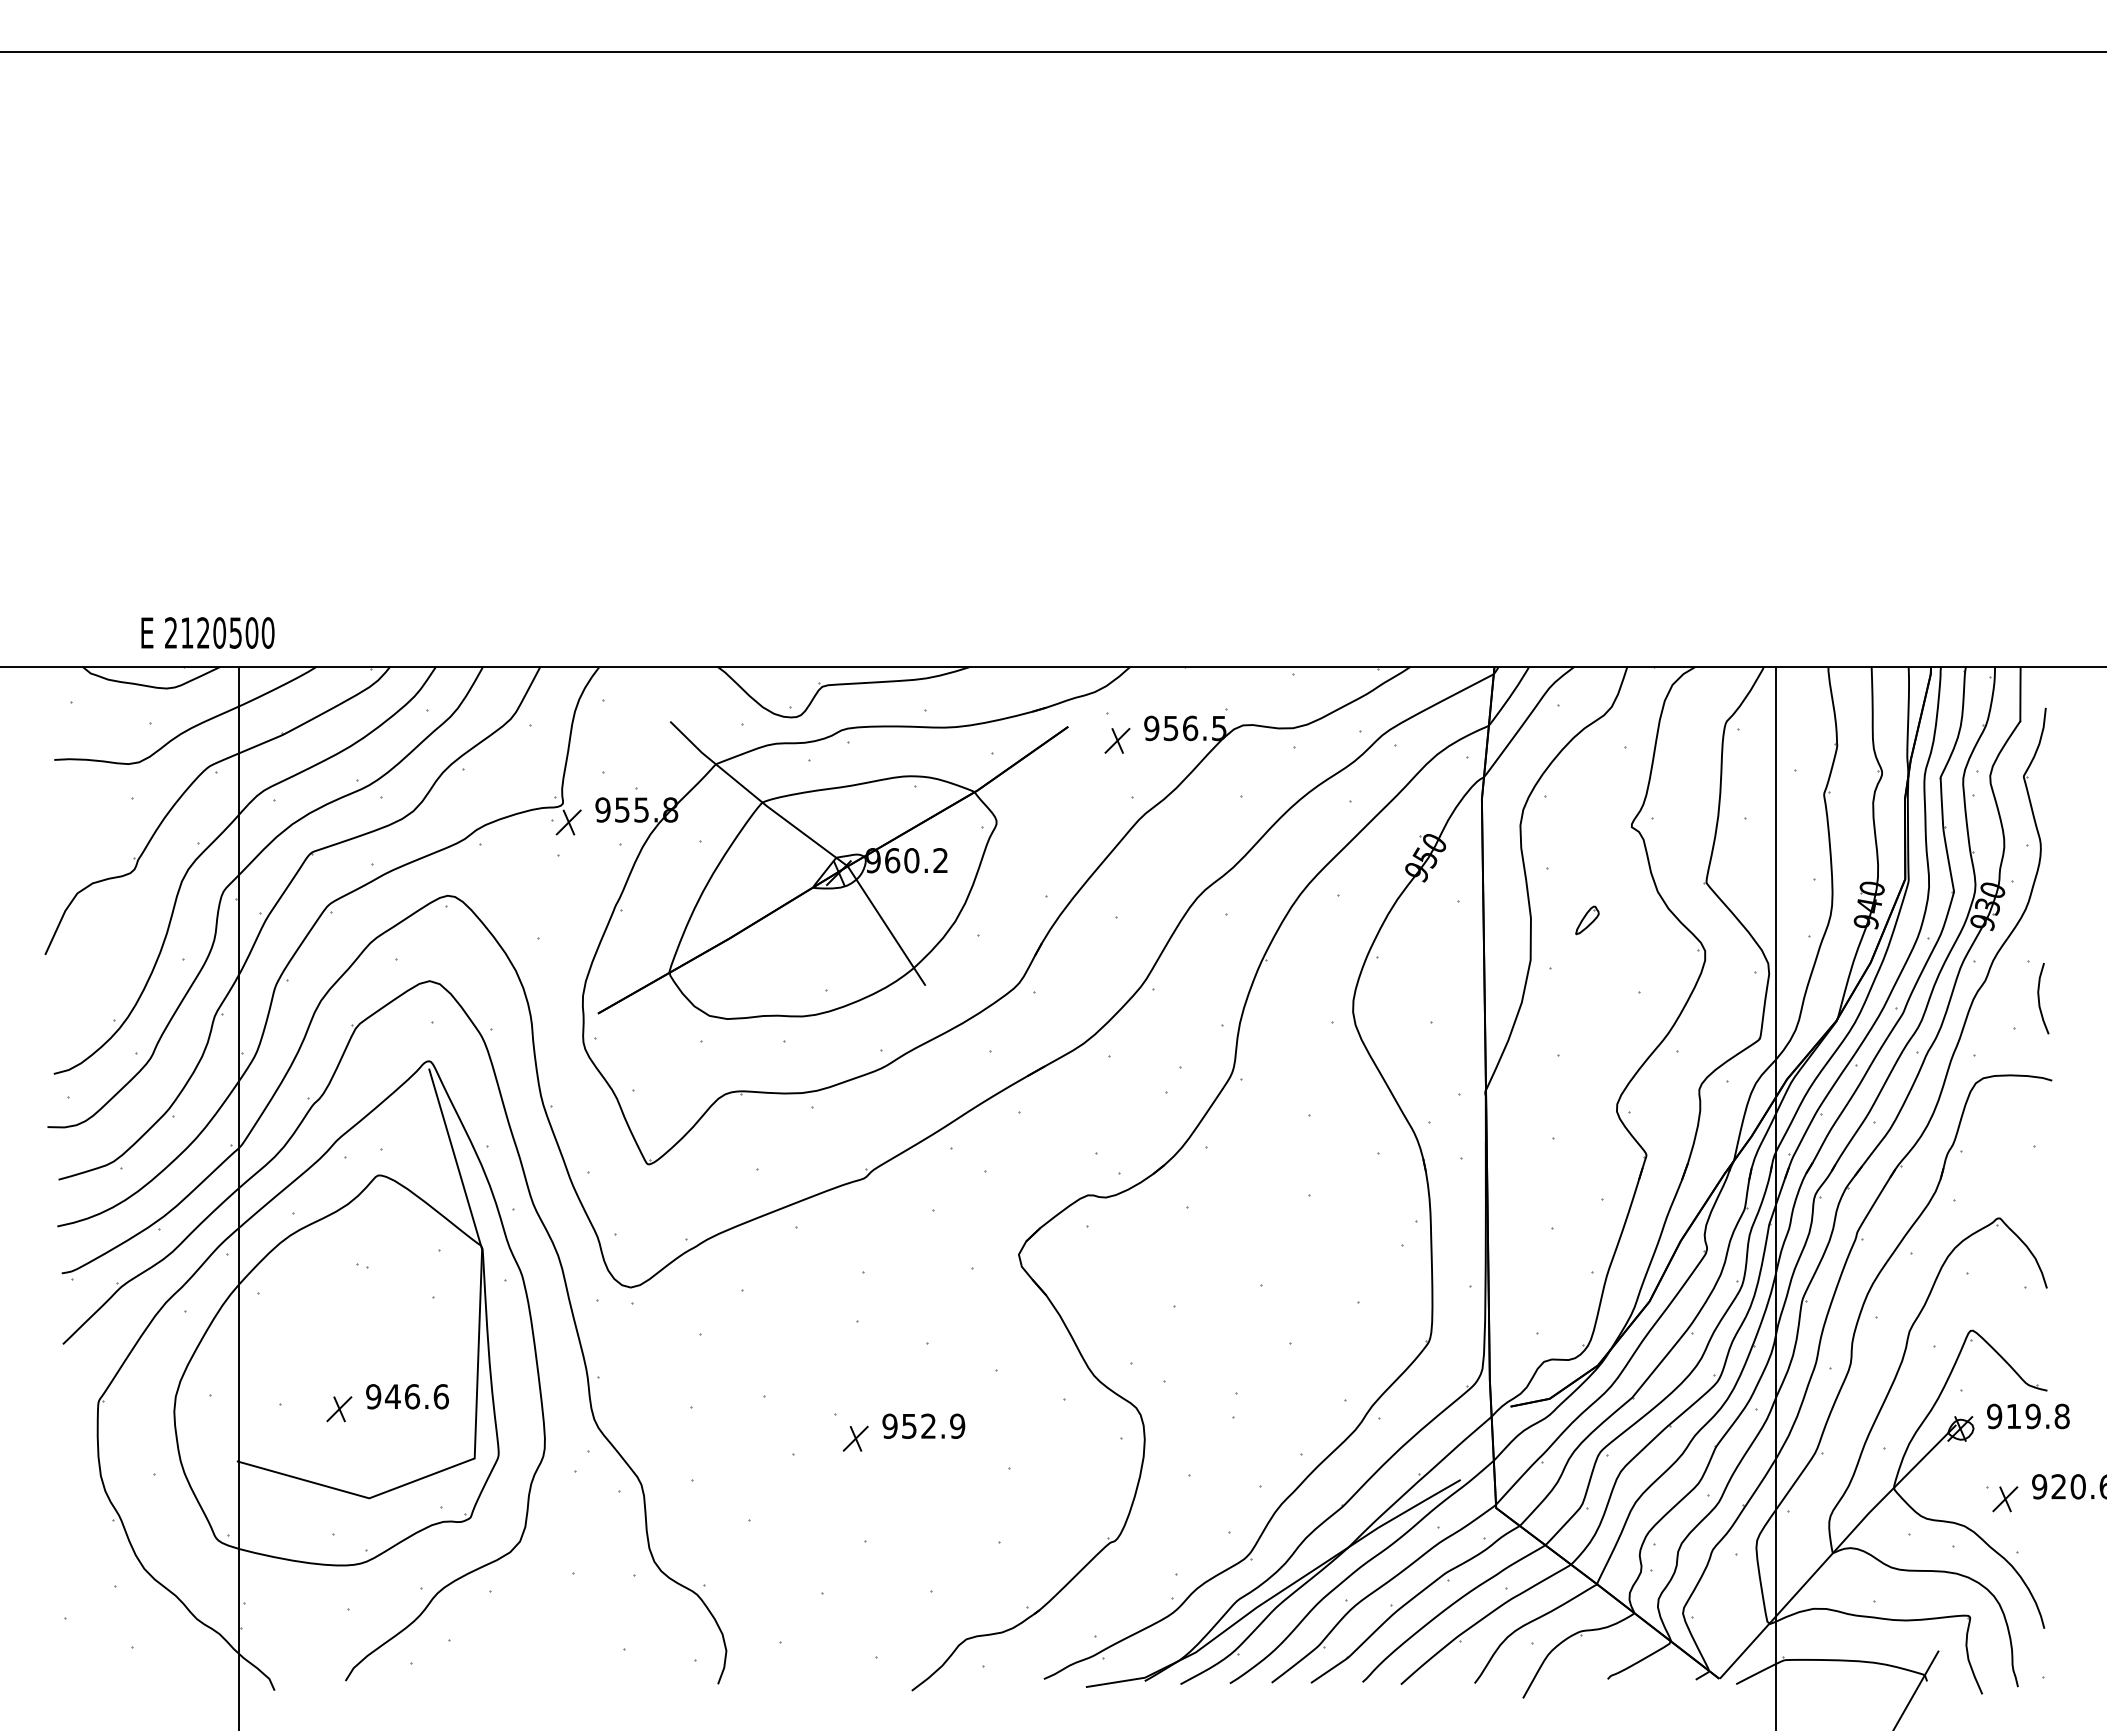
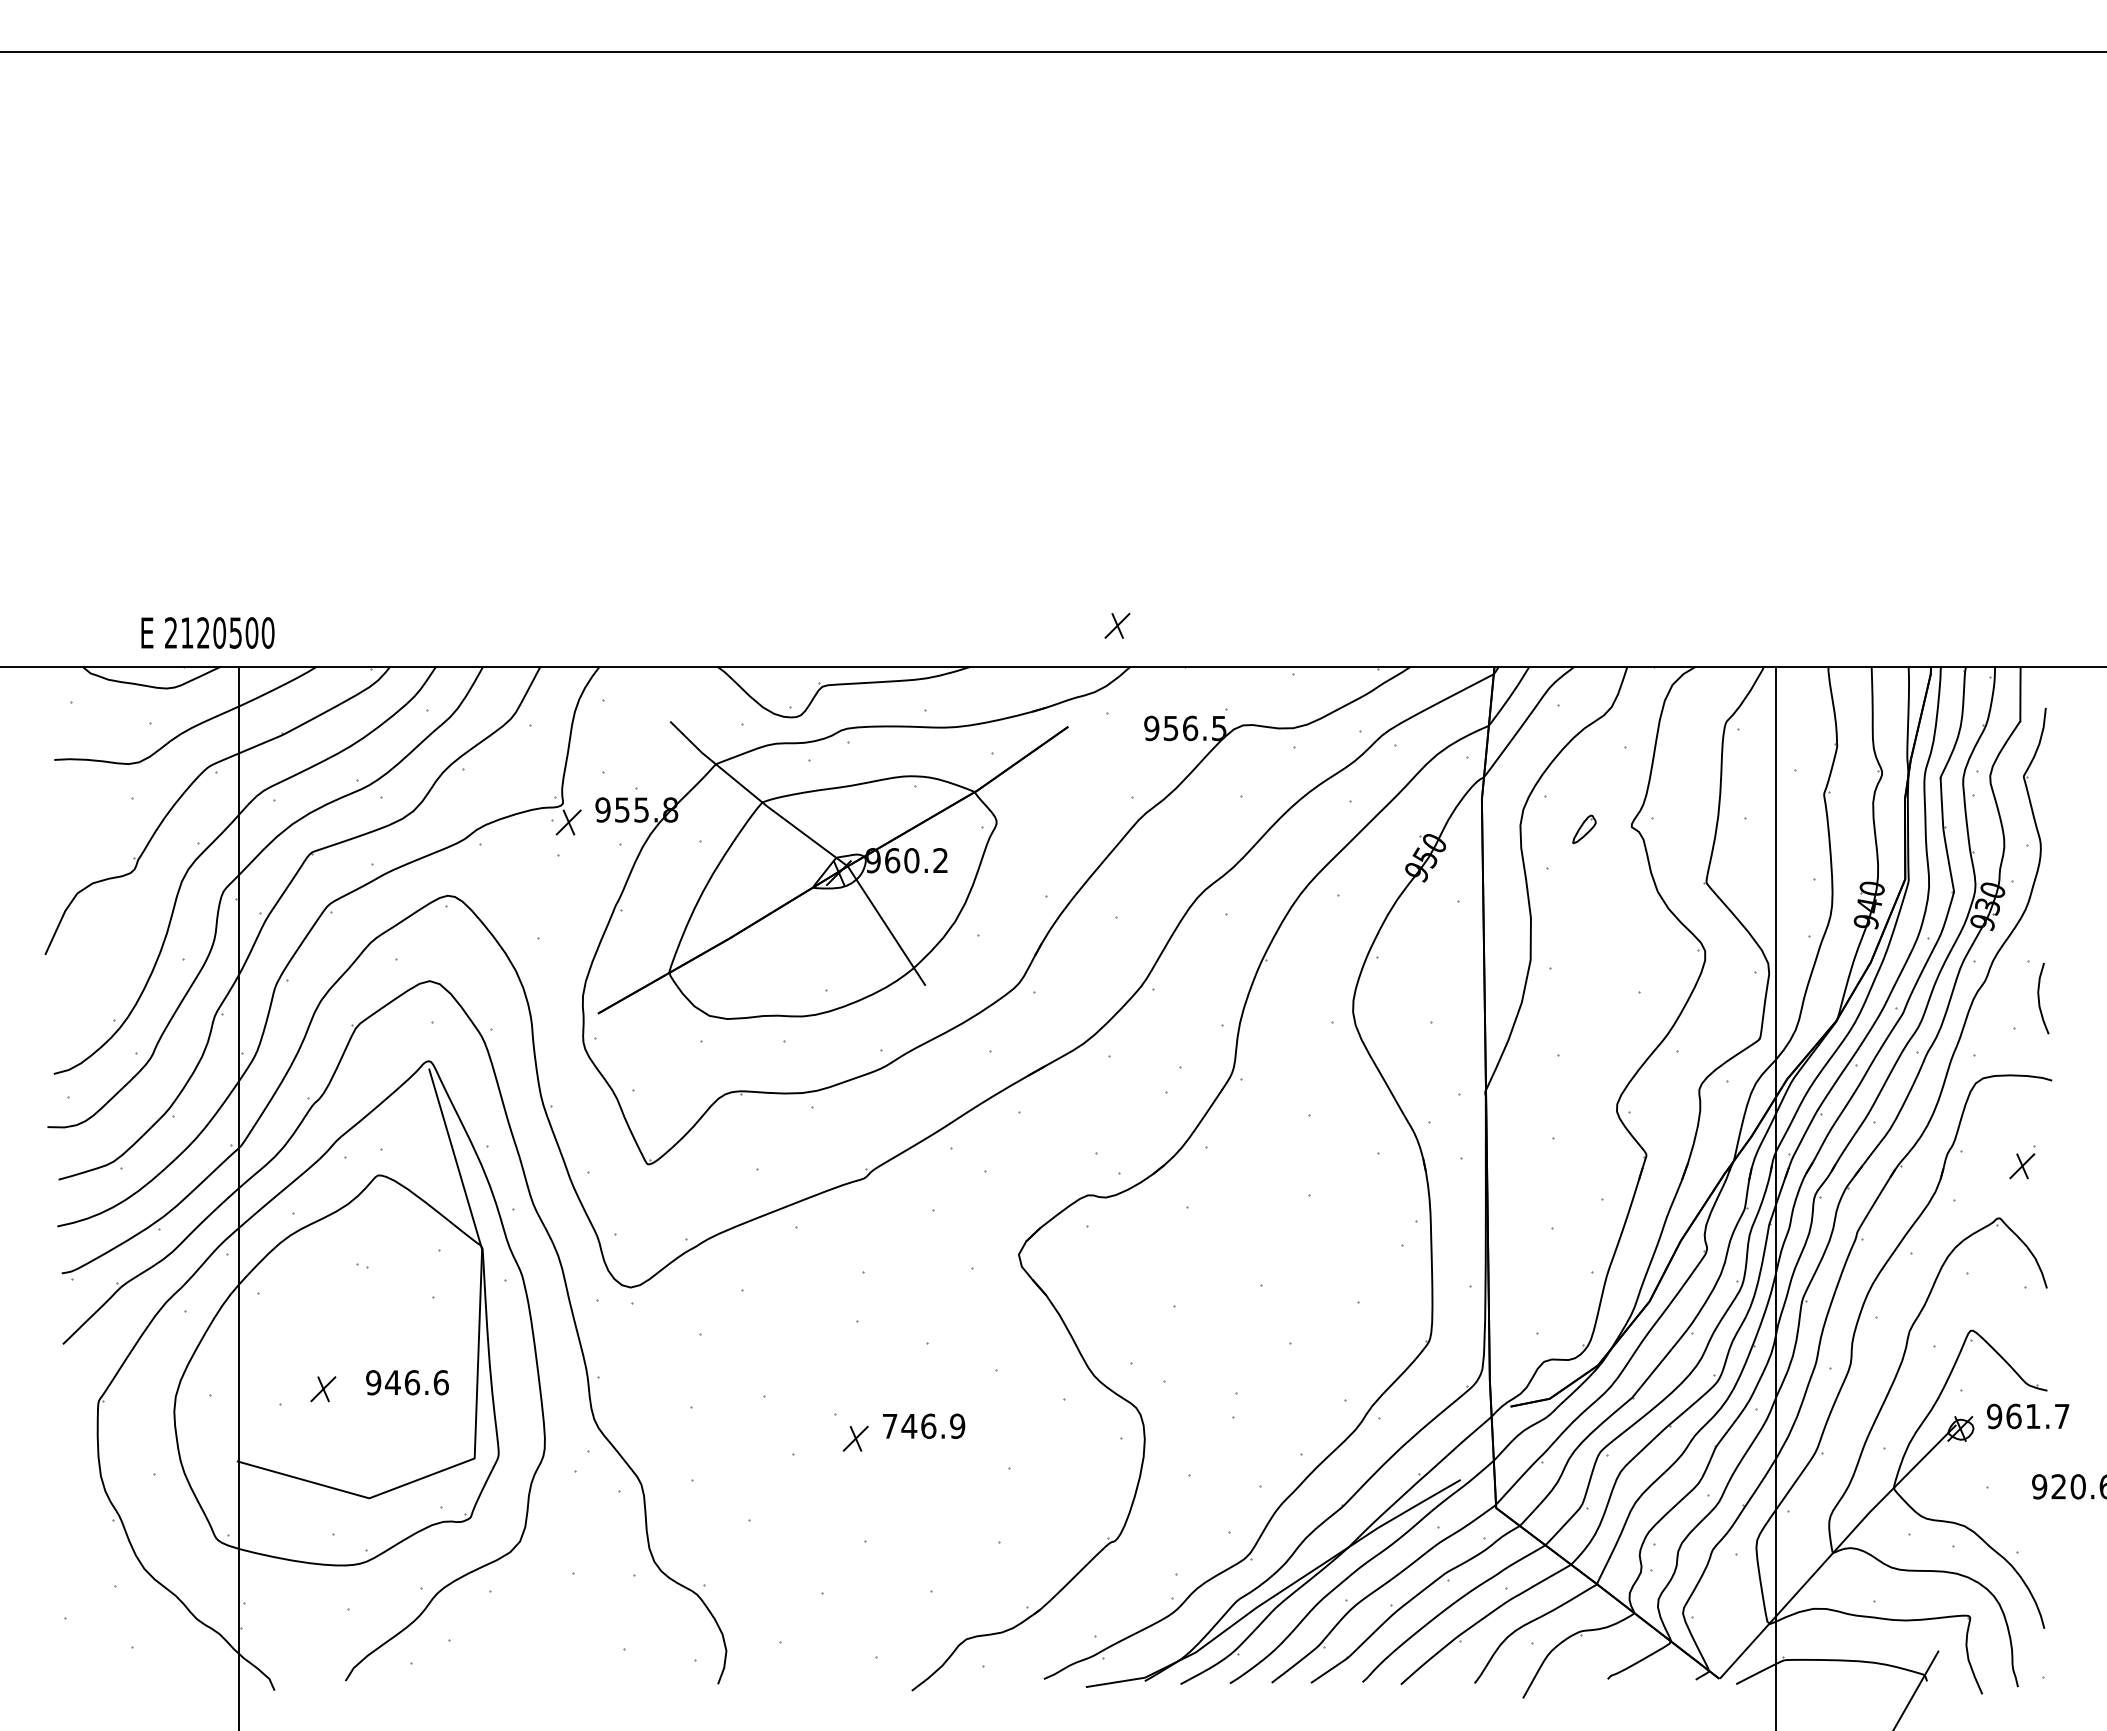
part at (1117, 740) position: (1117, 740) -> (1117, 625)
part at (1587, 920) position: (1587, 920) -> (1584, 829)
text at (407, 1396) position: (407, 1396) -> (407, 1382)
part at (339, 1409) position: (339, 1409) -> (323, 1389)
text at (2037, 1416): 919.8 -> 961.7
text at (909, 1425): 952.9 -> 746.9
part at (2005, 1499) position: (2005, 1499) -> (2022, 1166)
